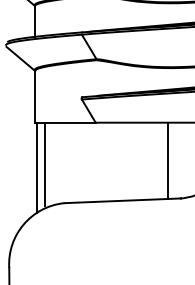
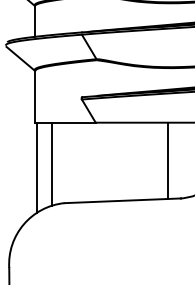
line at (44, 163) position: (44, 163) -> (51, 163)
